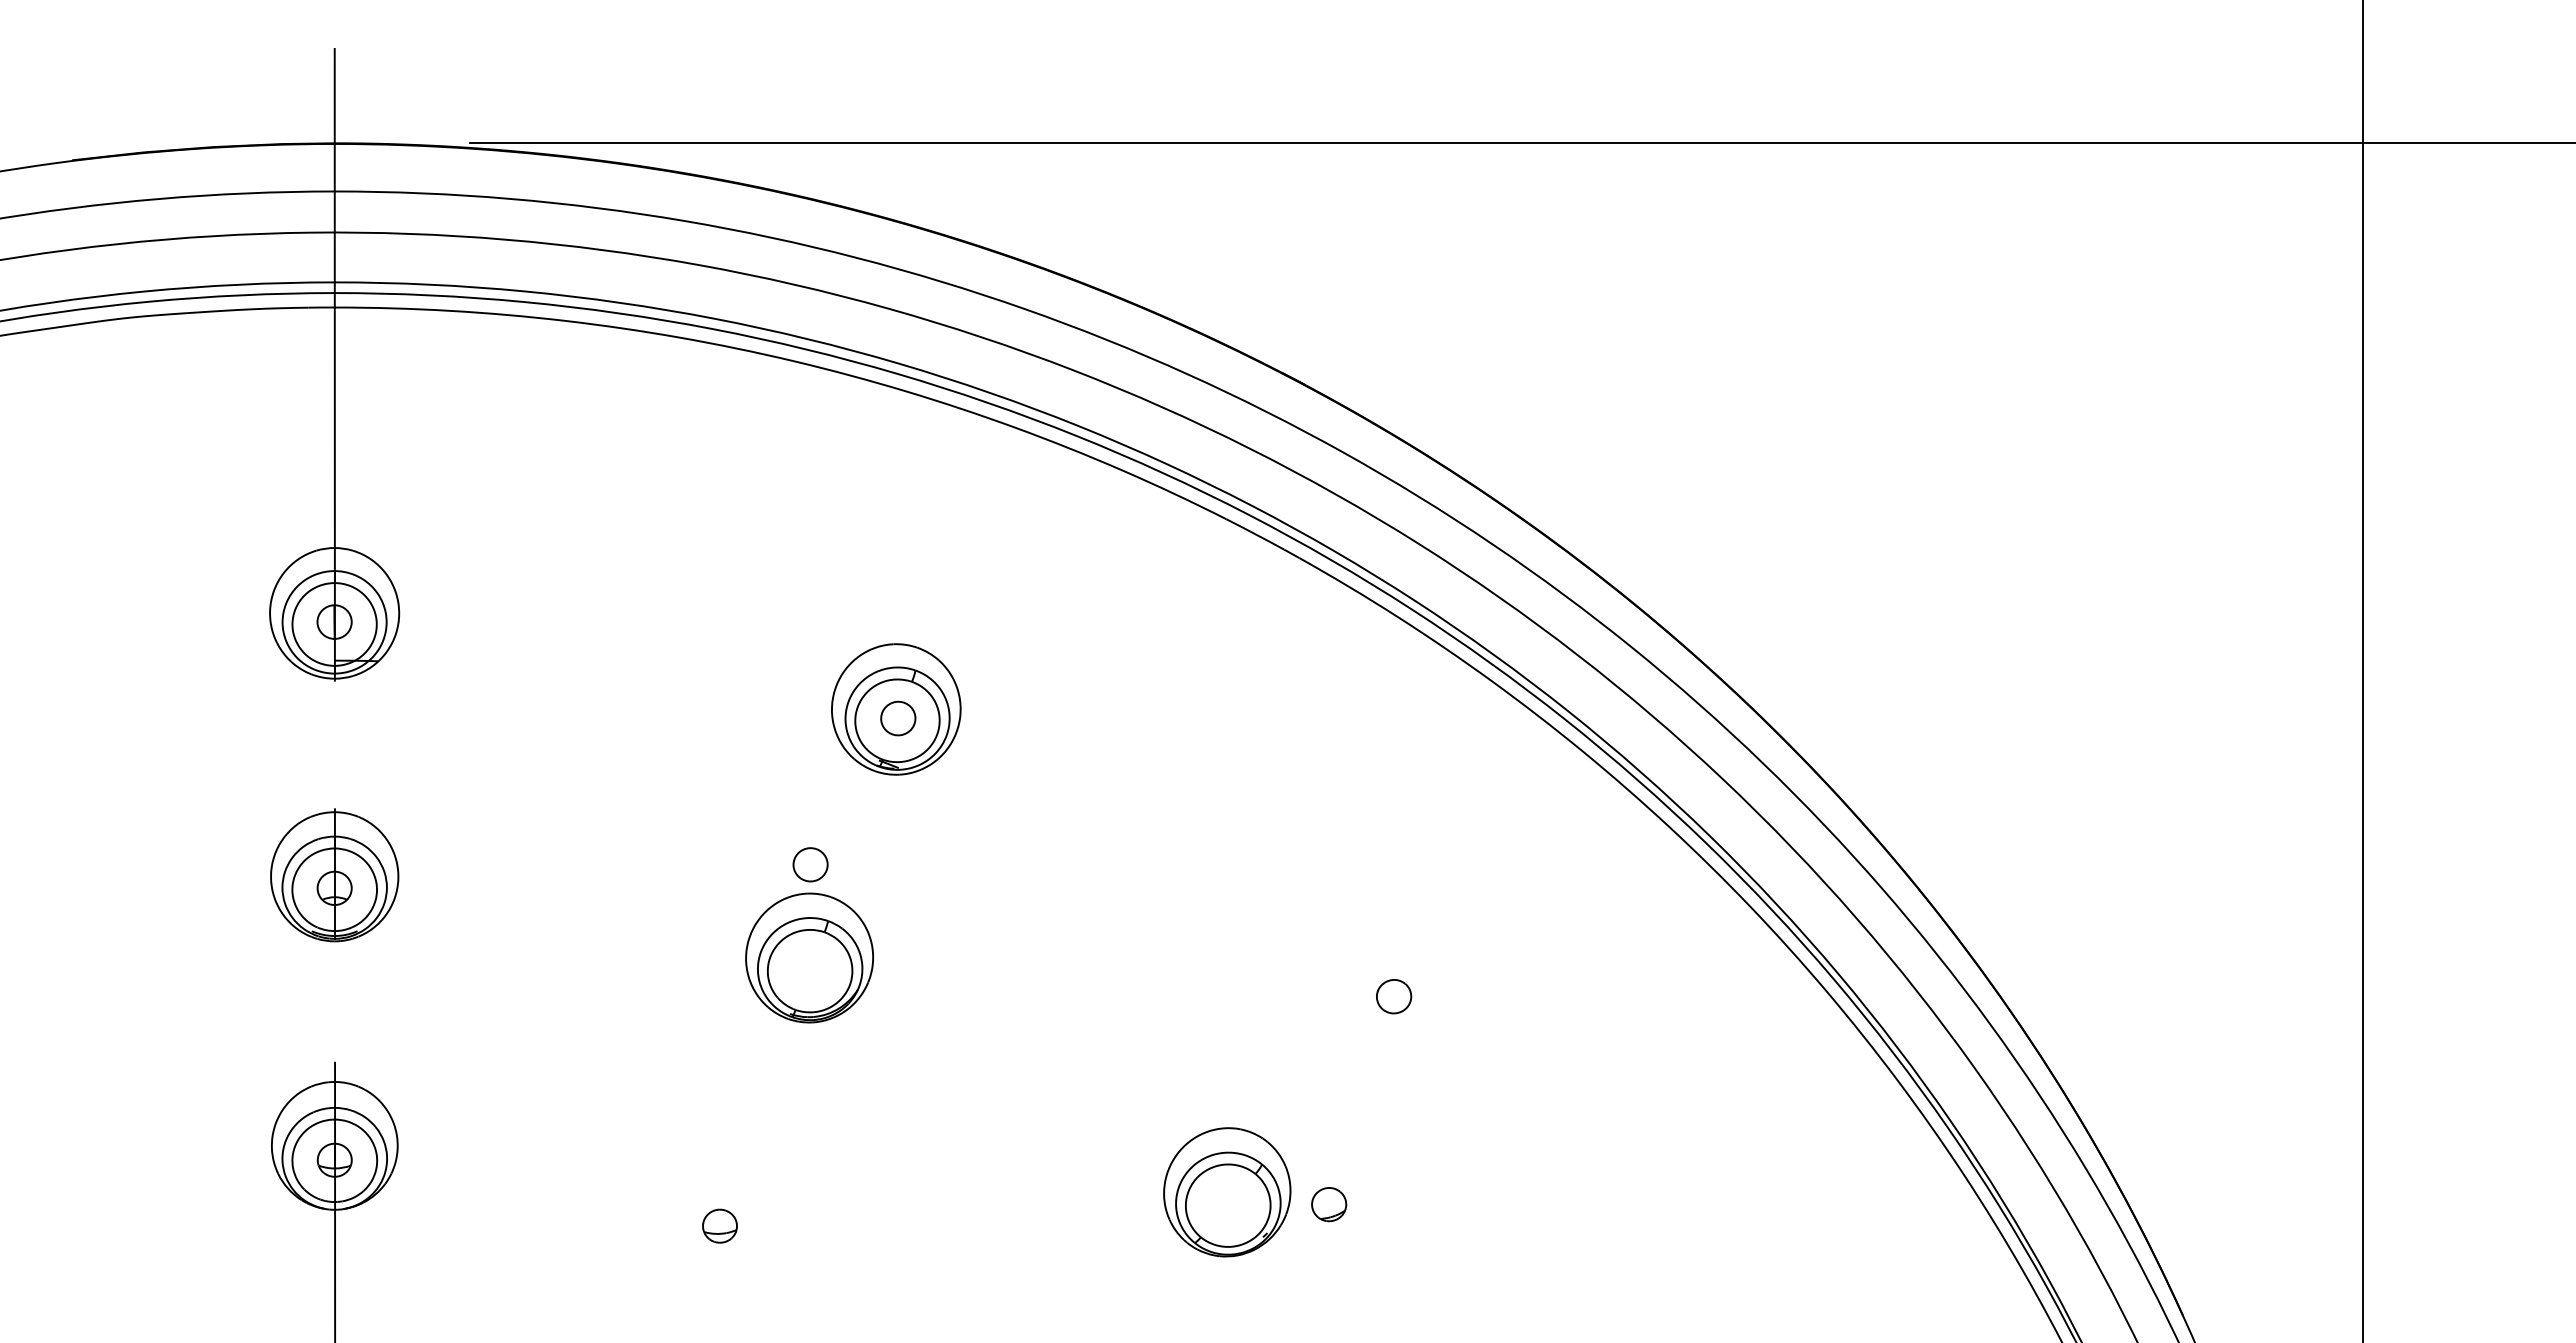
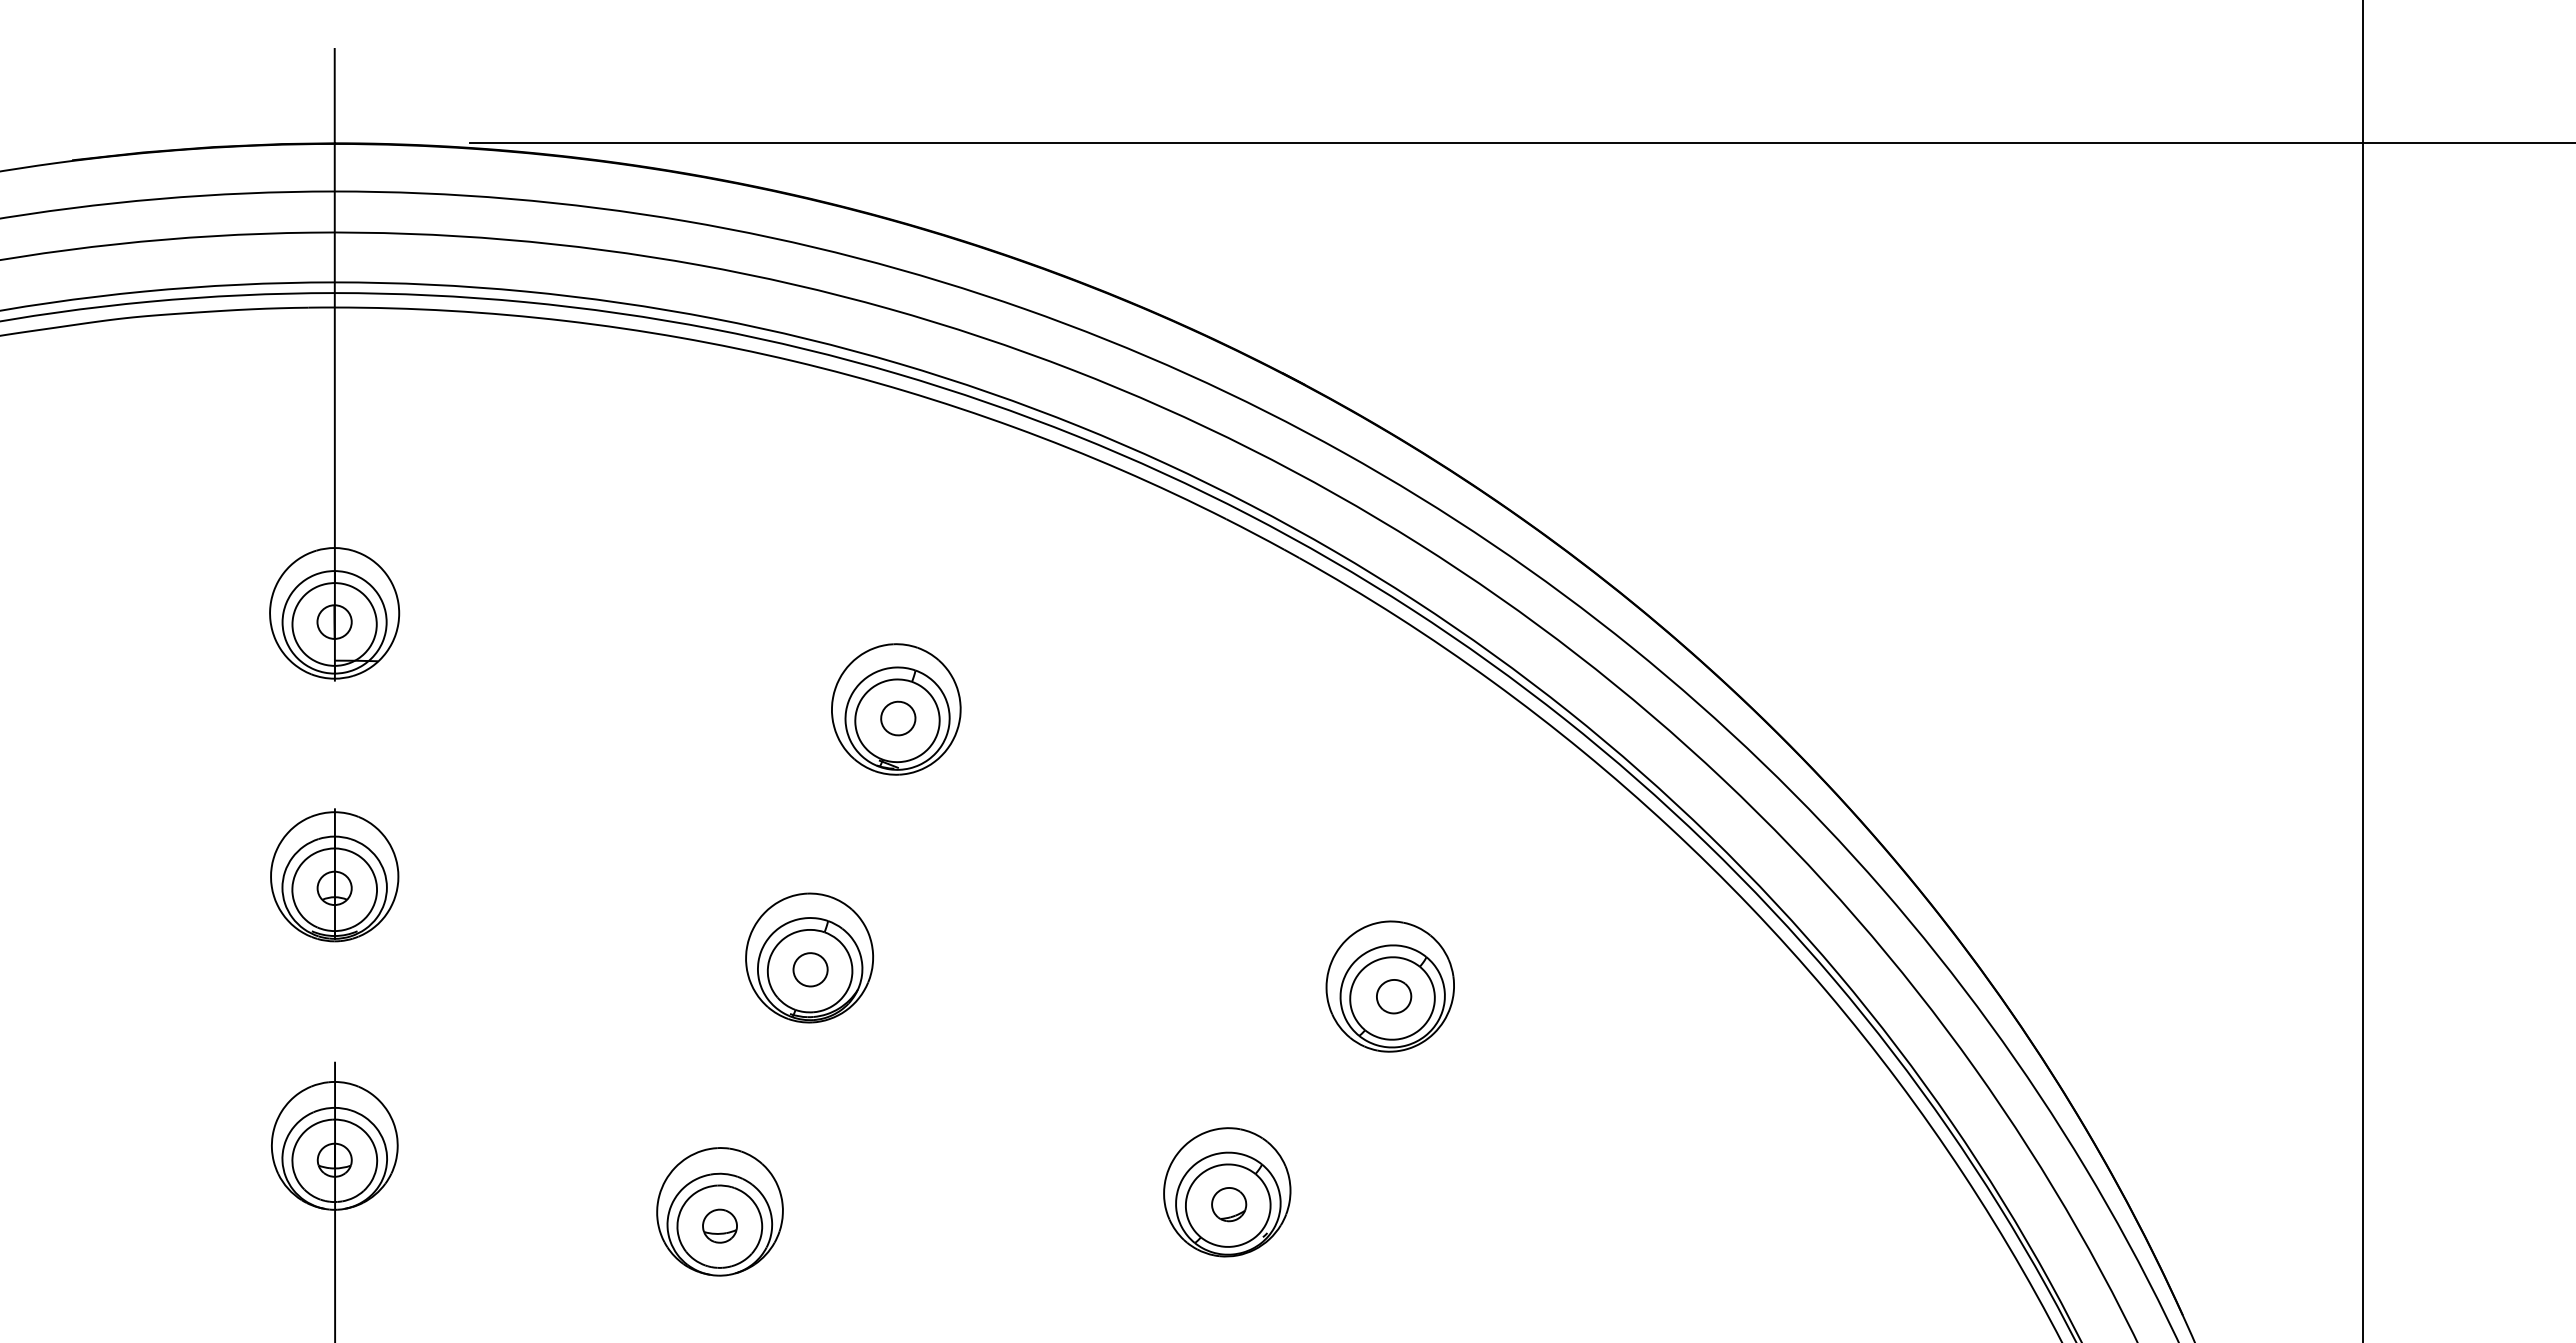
part at (810, 864) position: (810, 864) -> (810, 969)
part at (1389, 986): none -> present
part at (1329, 1204) position: (1329, 1204) -> (1229, 1204)
part at (719, 1211): none -> present
